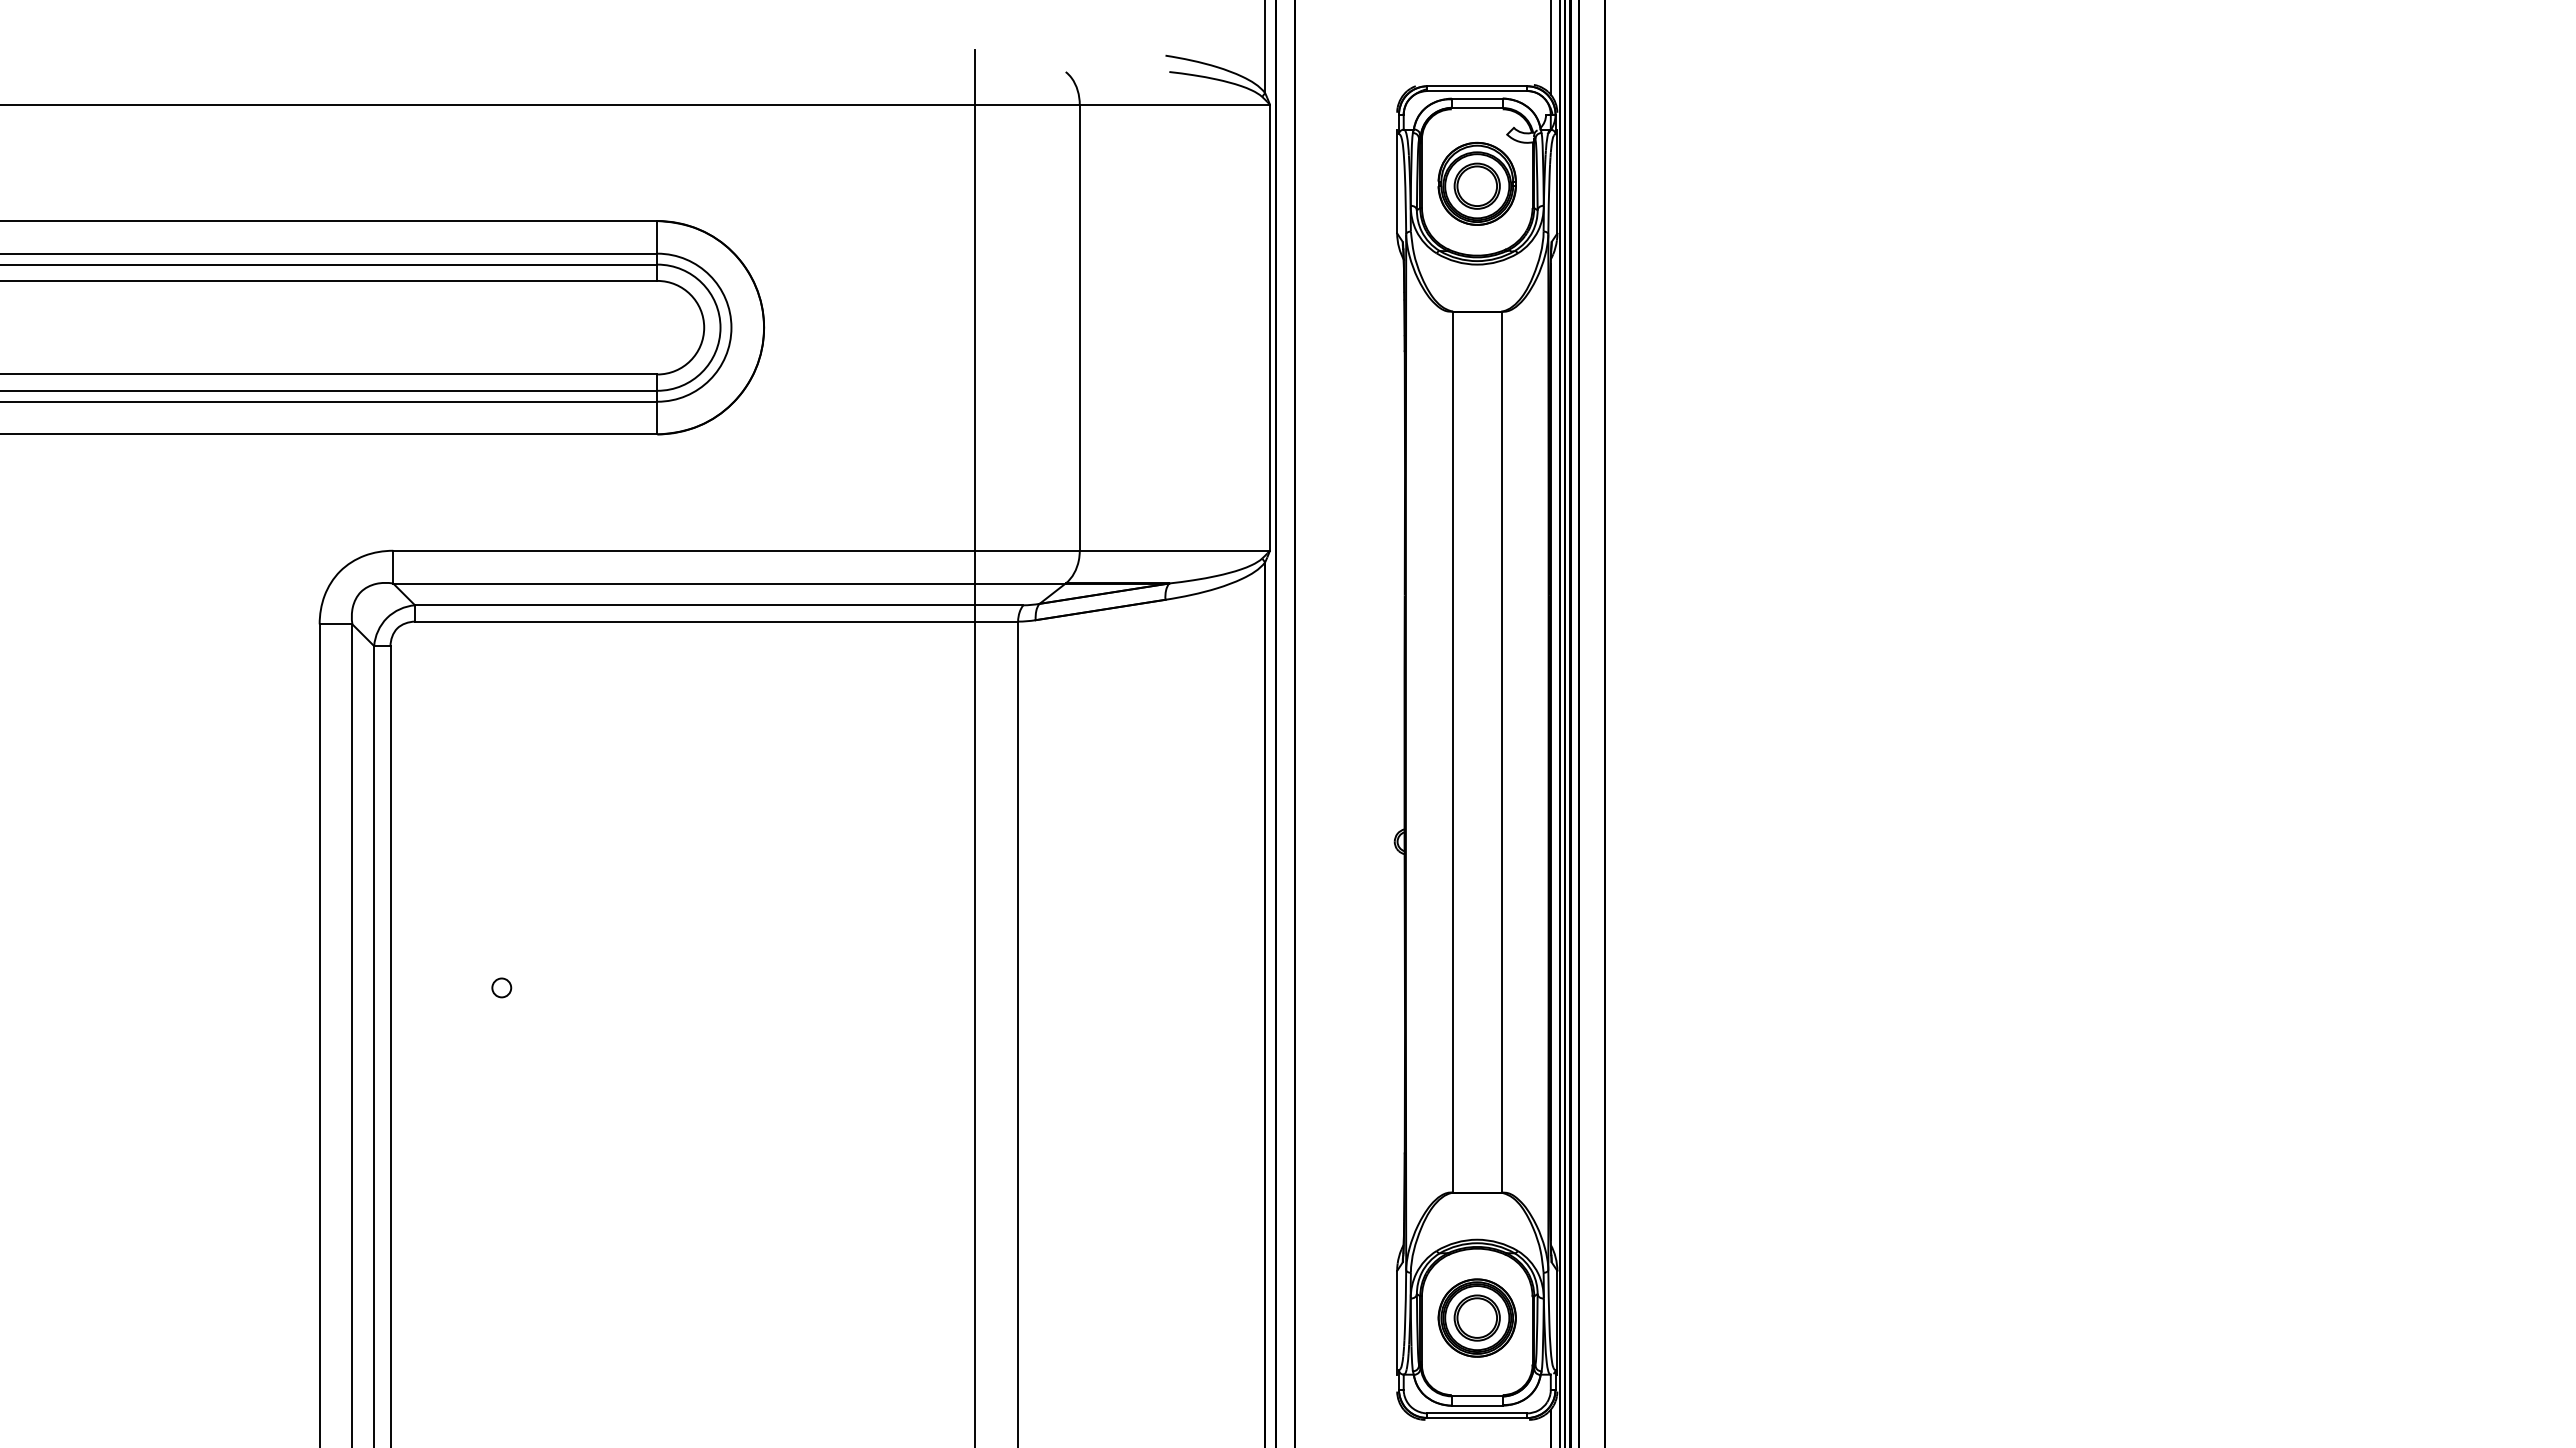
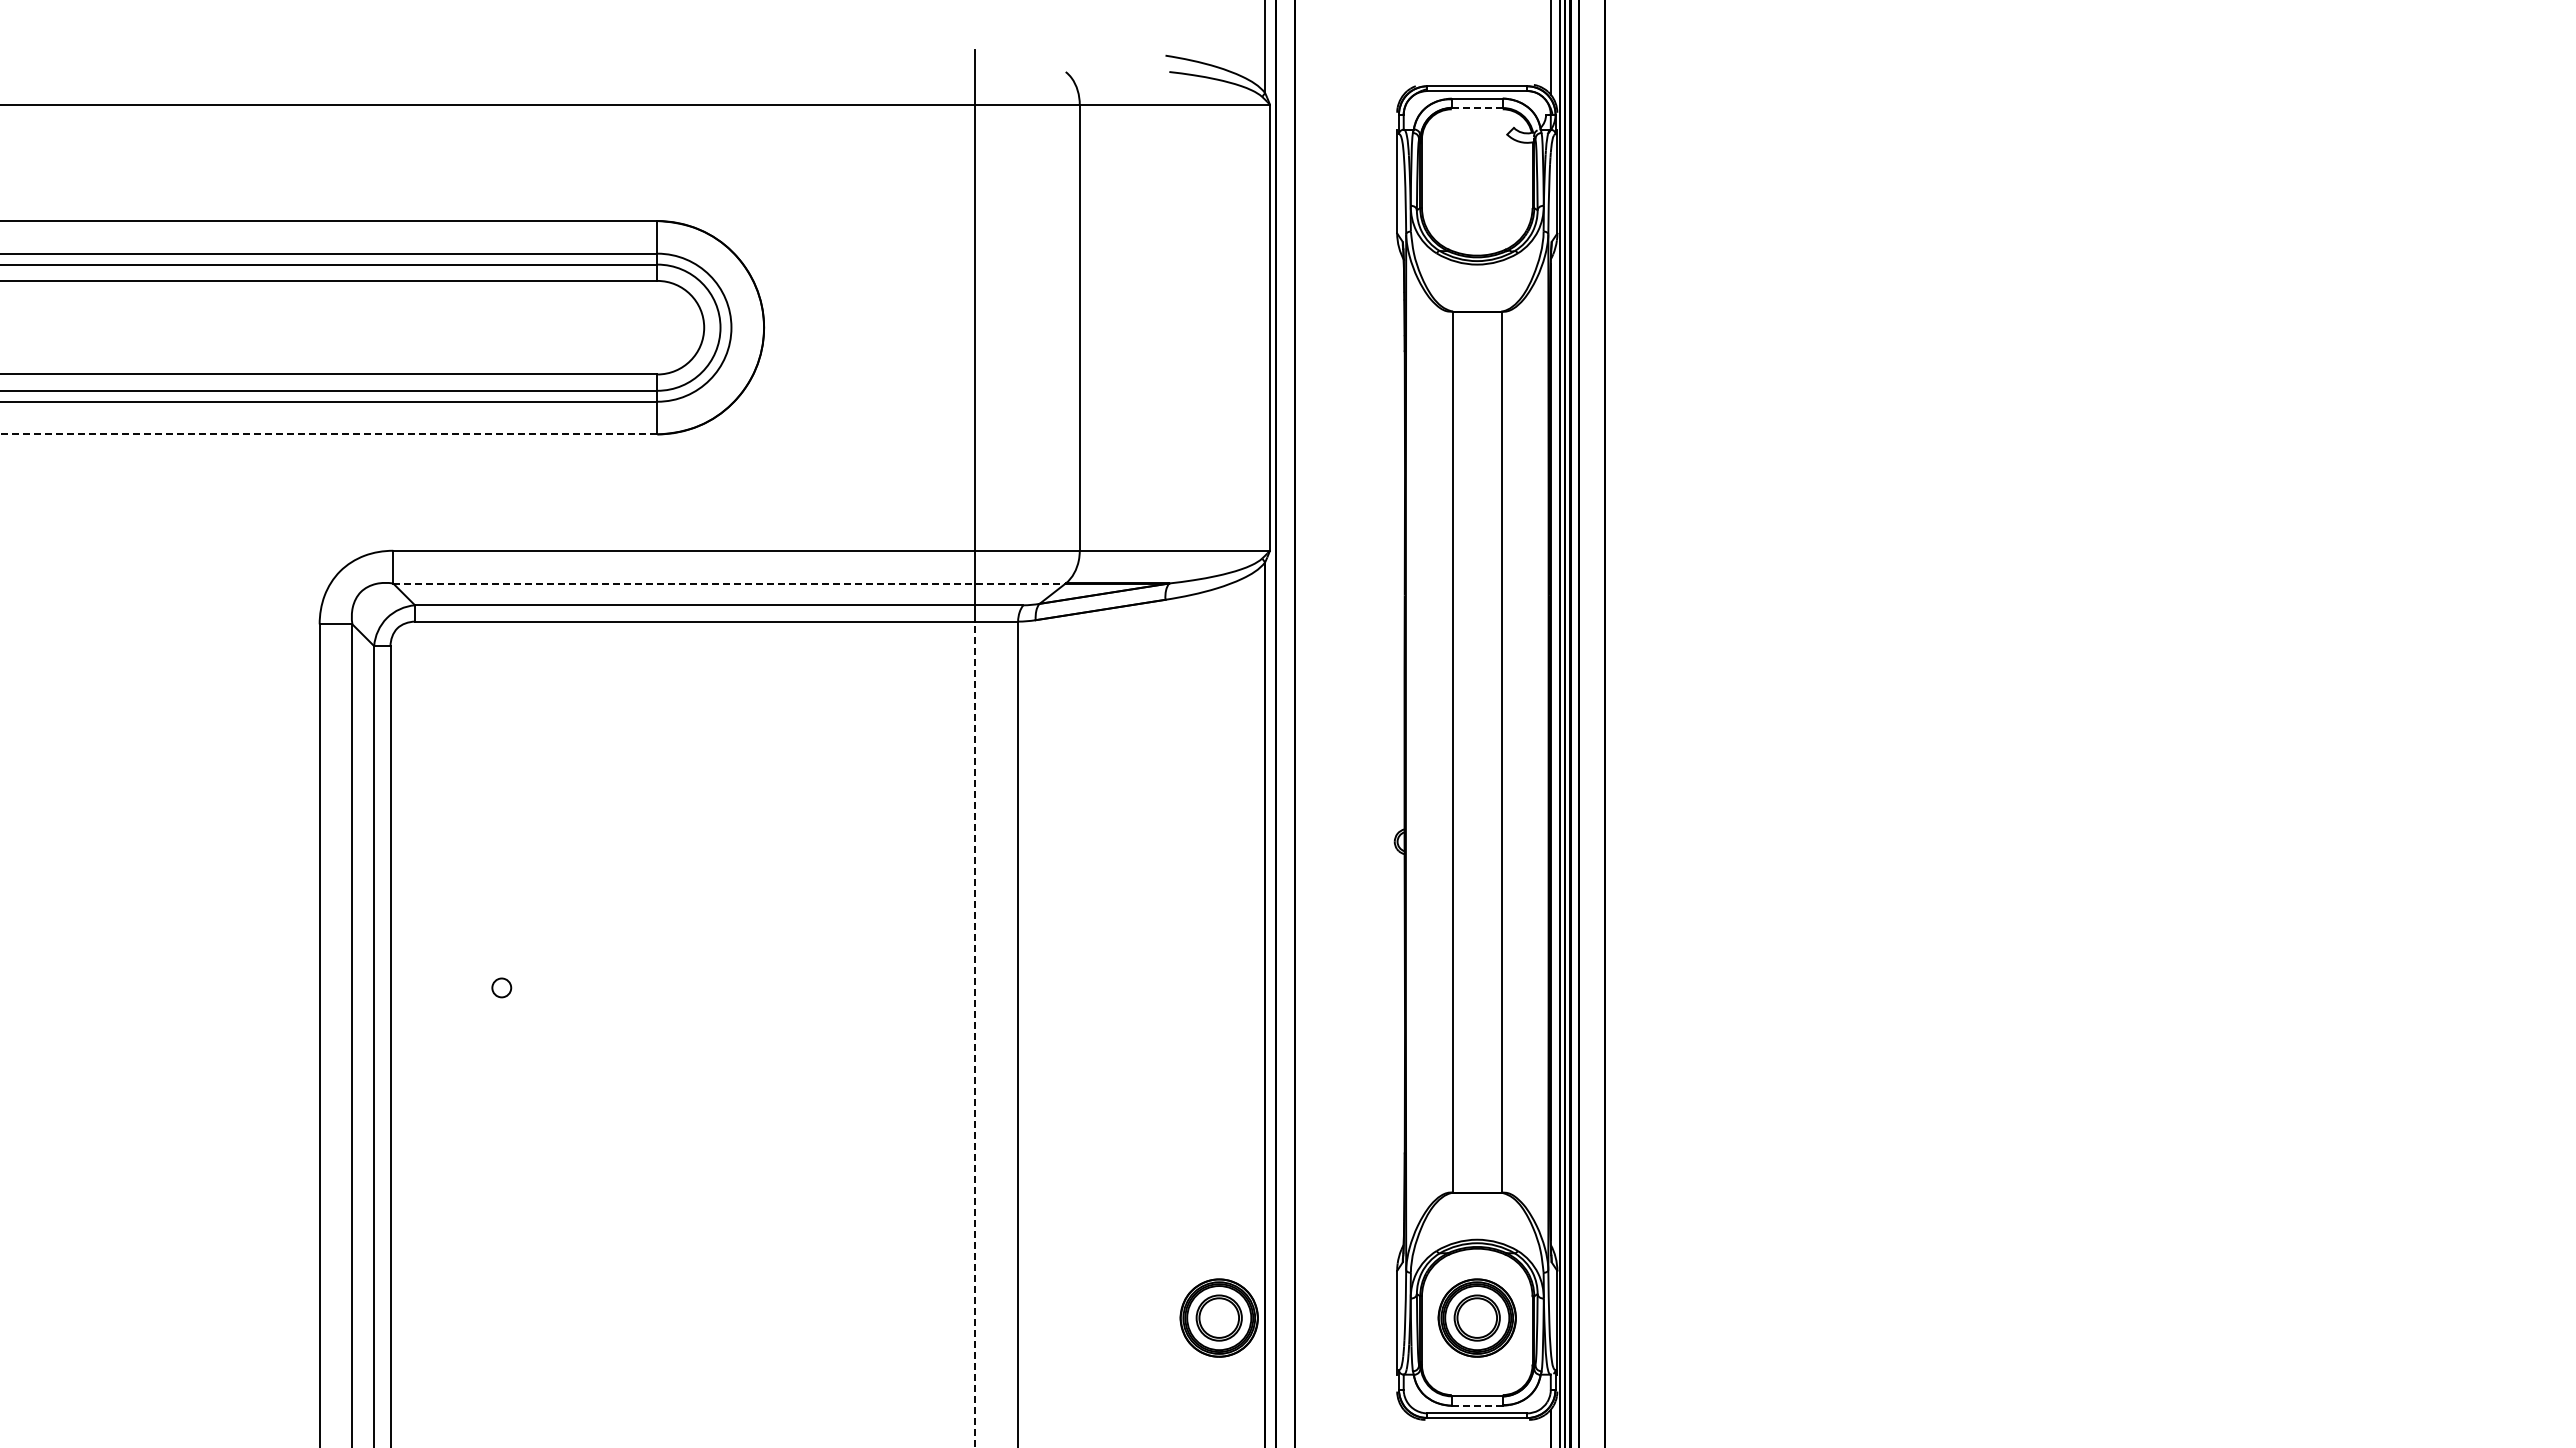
line at (1476, 108): solid -> dashed
part at (1476, 183): present -> none
line at (328, 434): solid -> dashed
line at (729, 583): solid -> dashed
line at (974, 1034): solid -> dashed
part at (1218, 1317): none -> present
line at (1476, 1405): solid -> dashed
